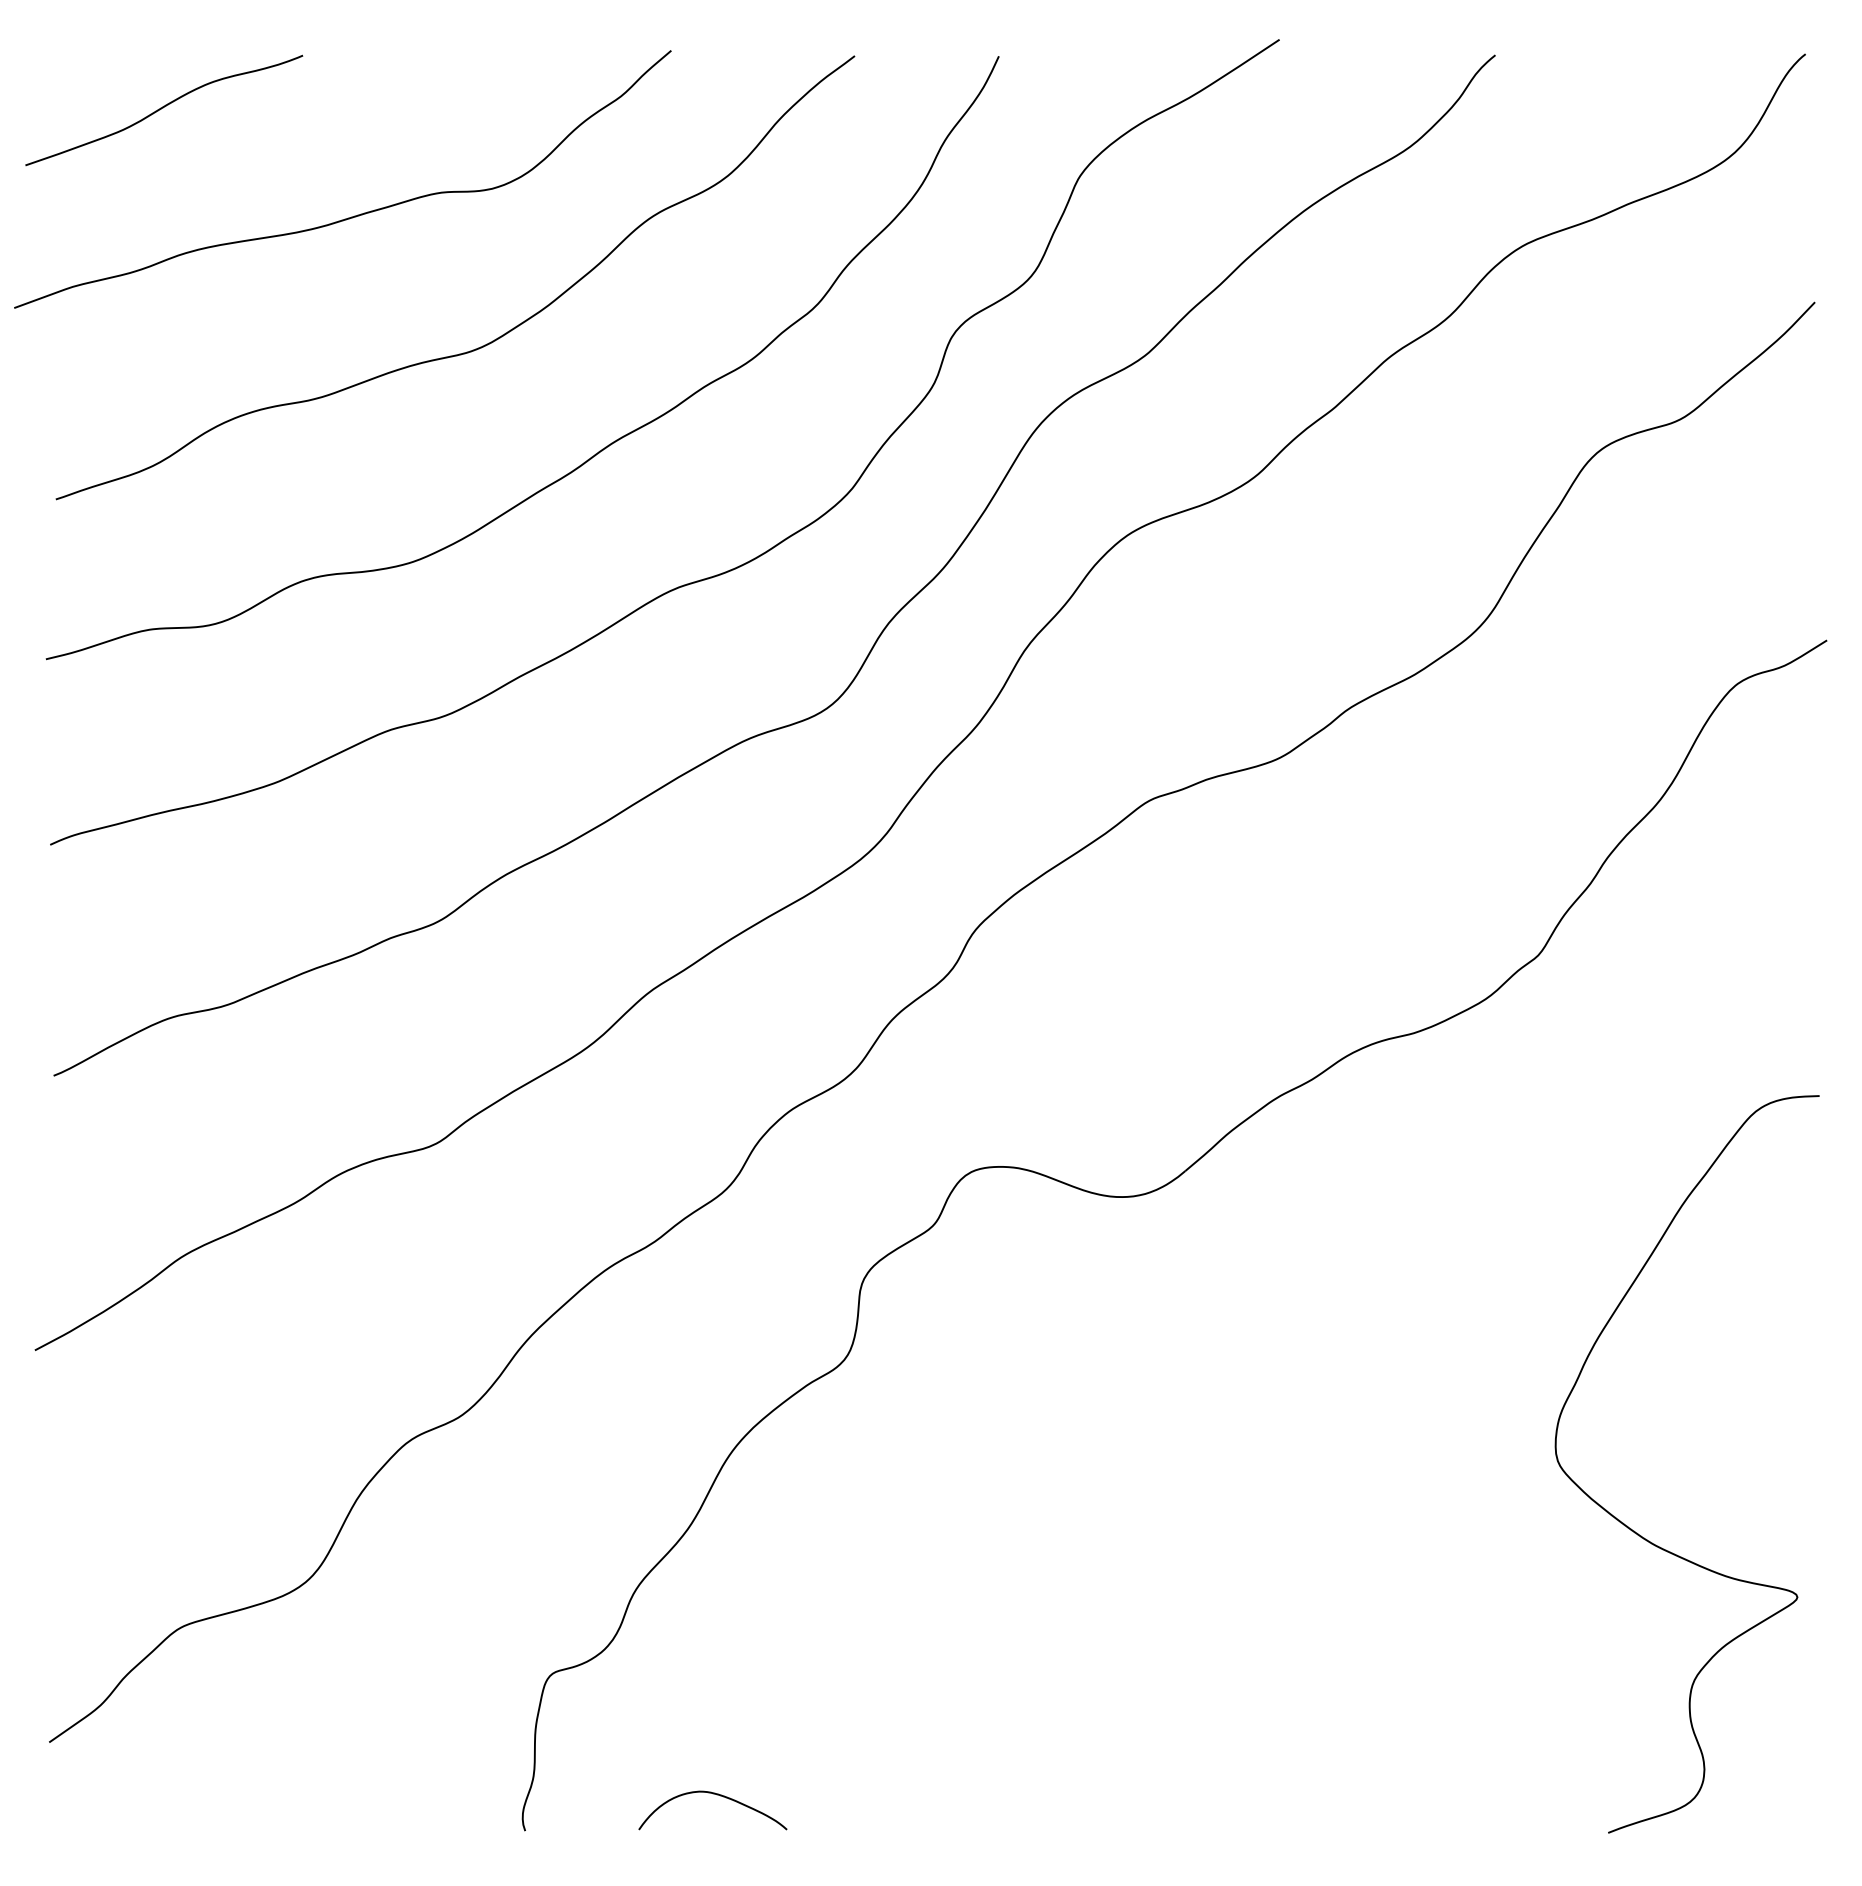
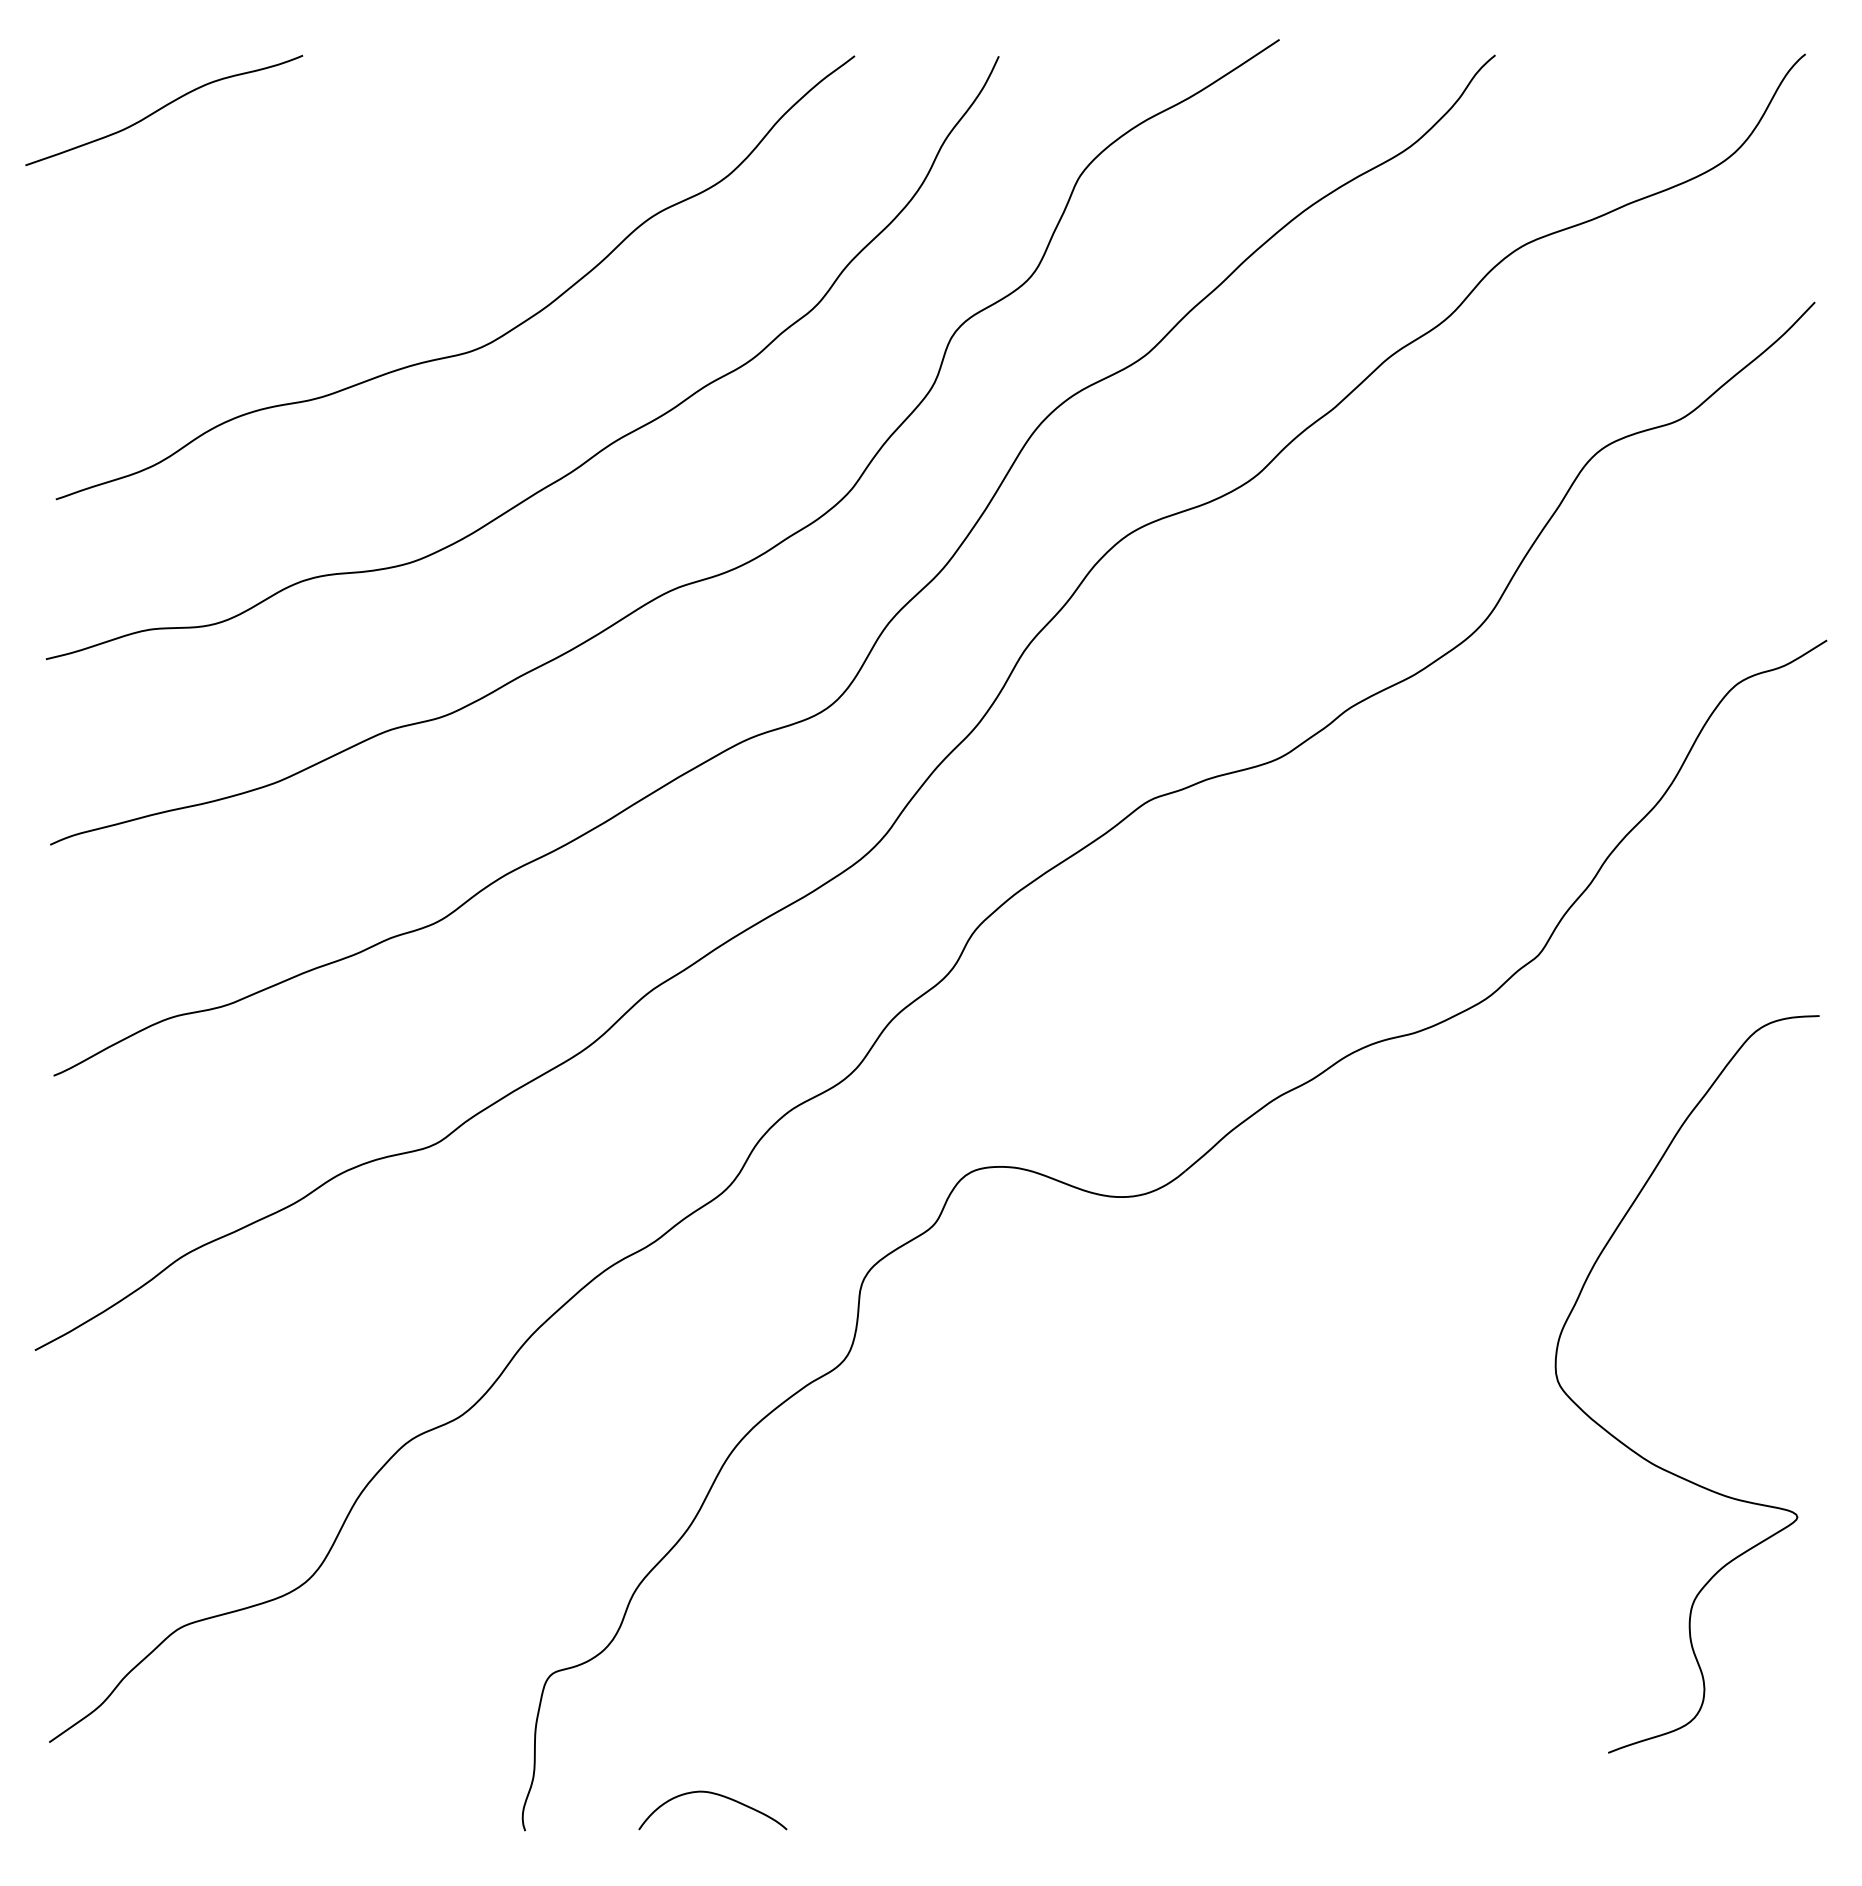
curve at (354, 215): present -> none
curve at (1634, 1530) position: (1634, 1530) -> (1634, 1450)
